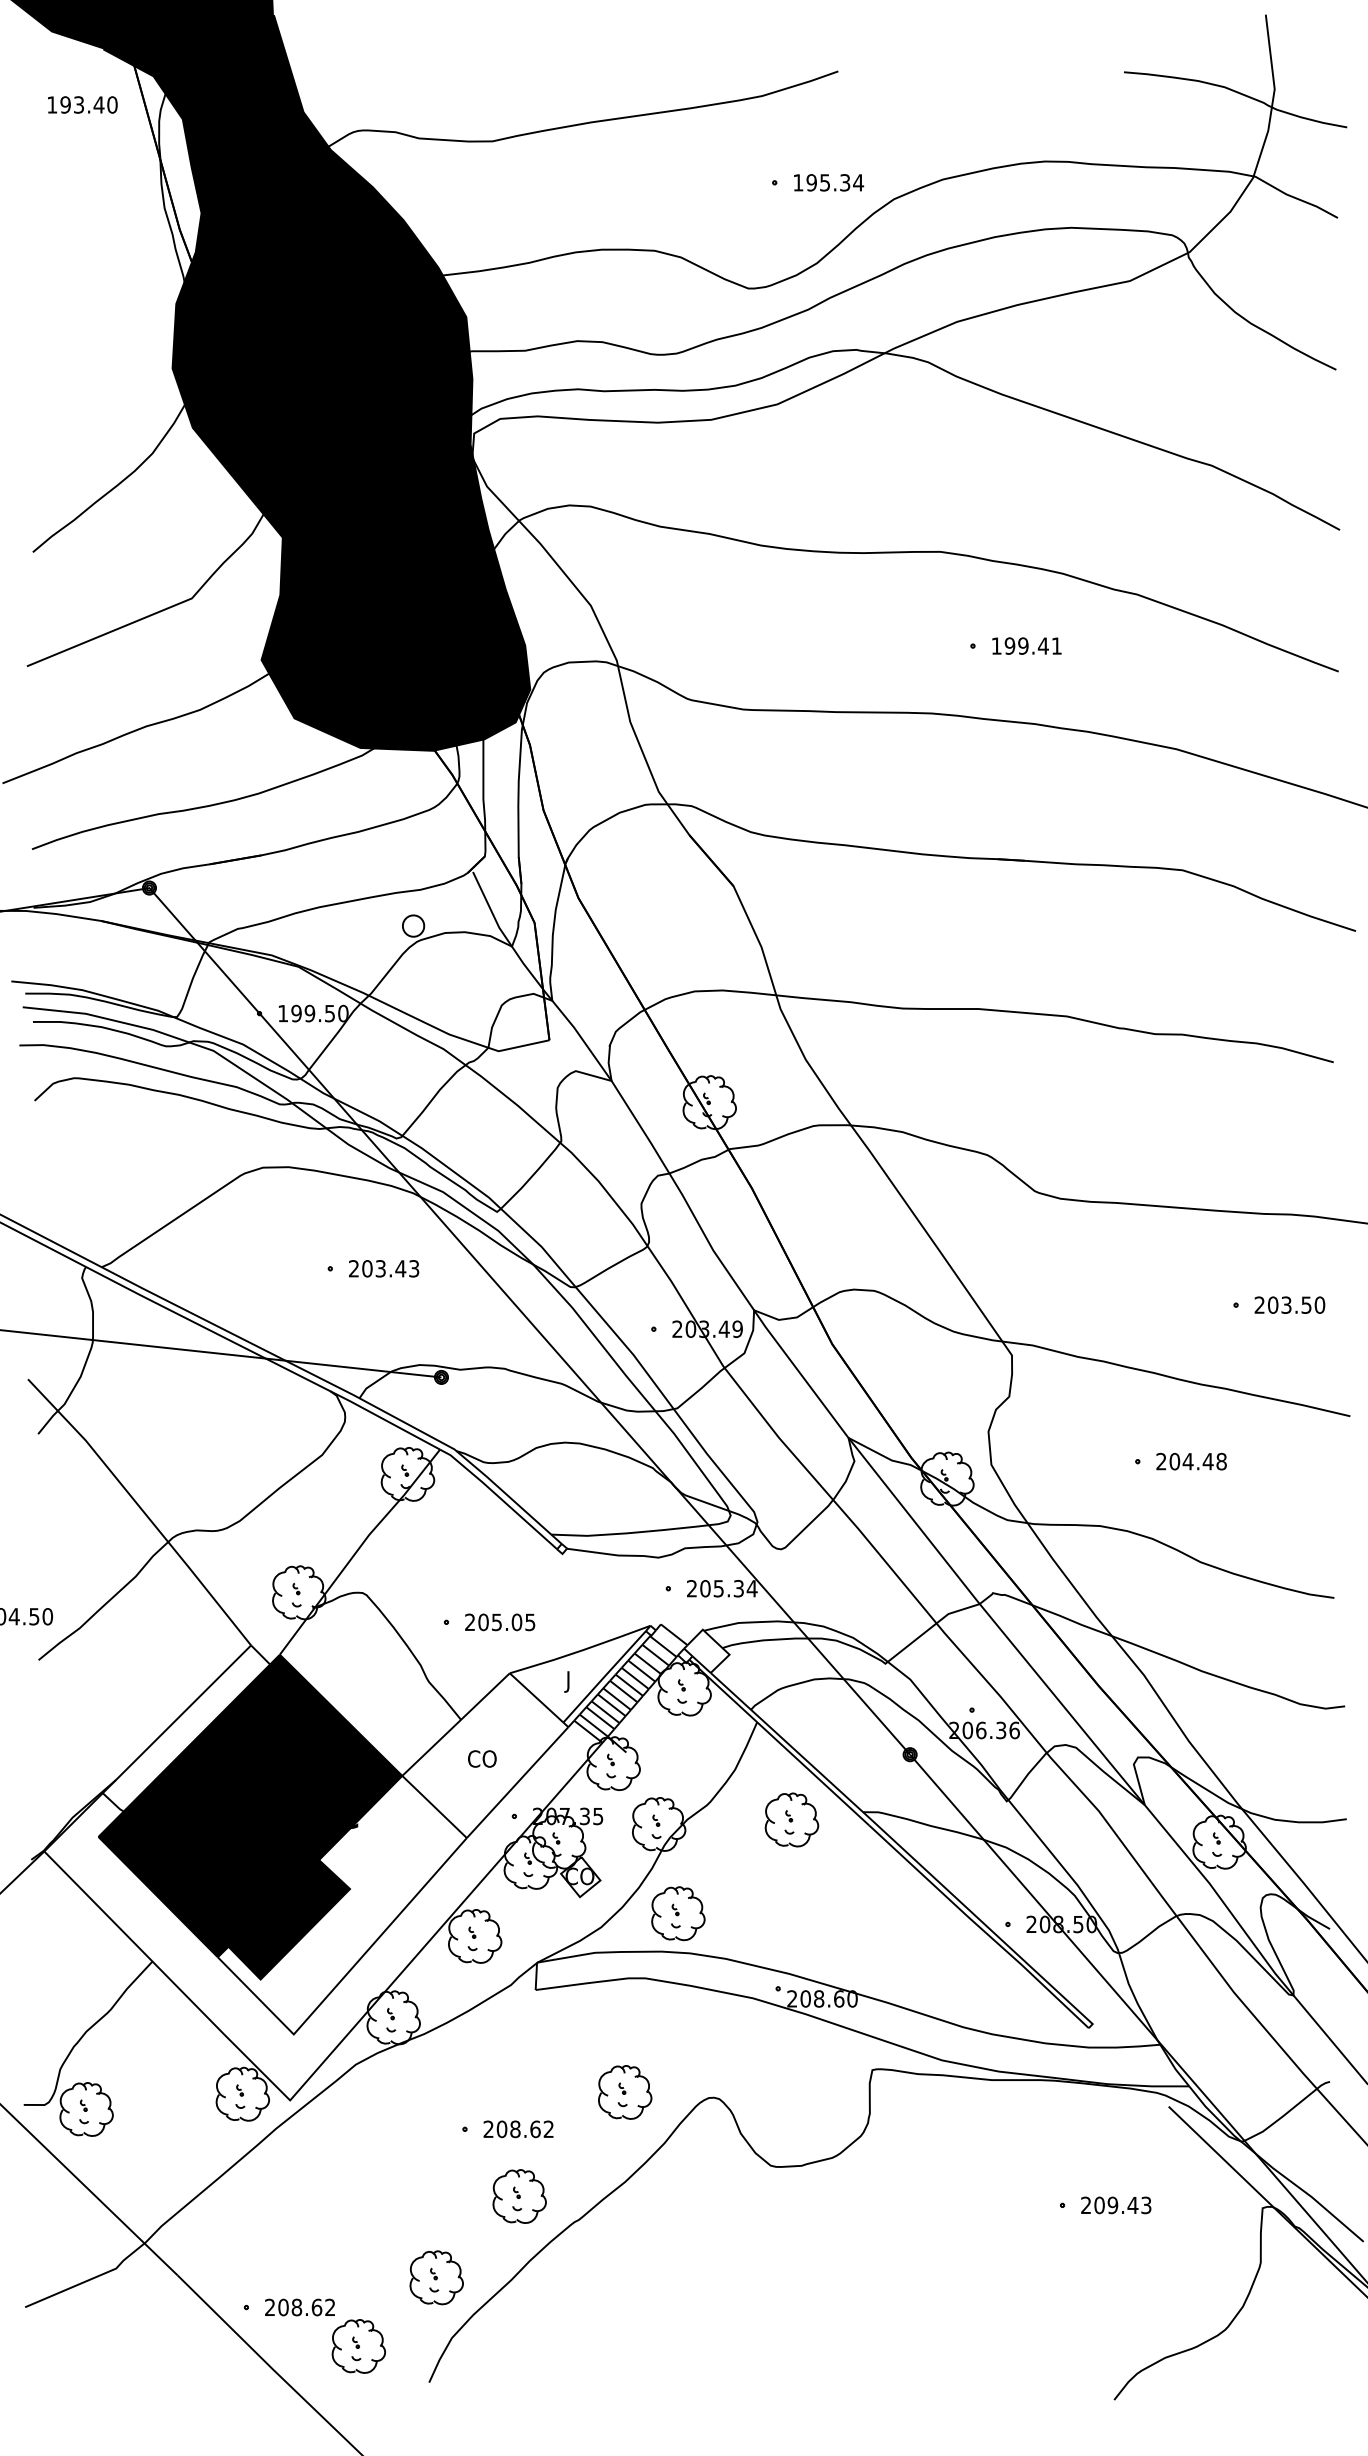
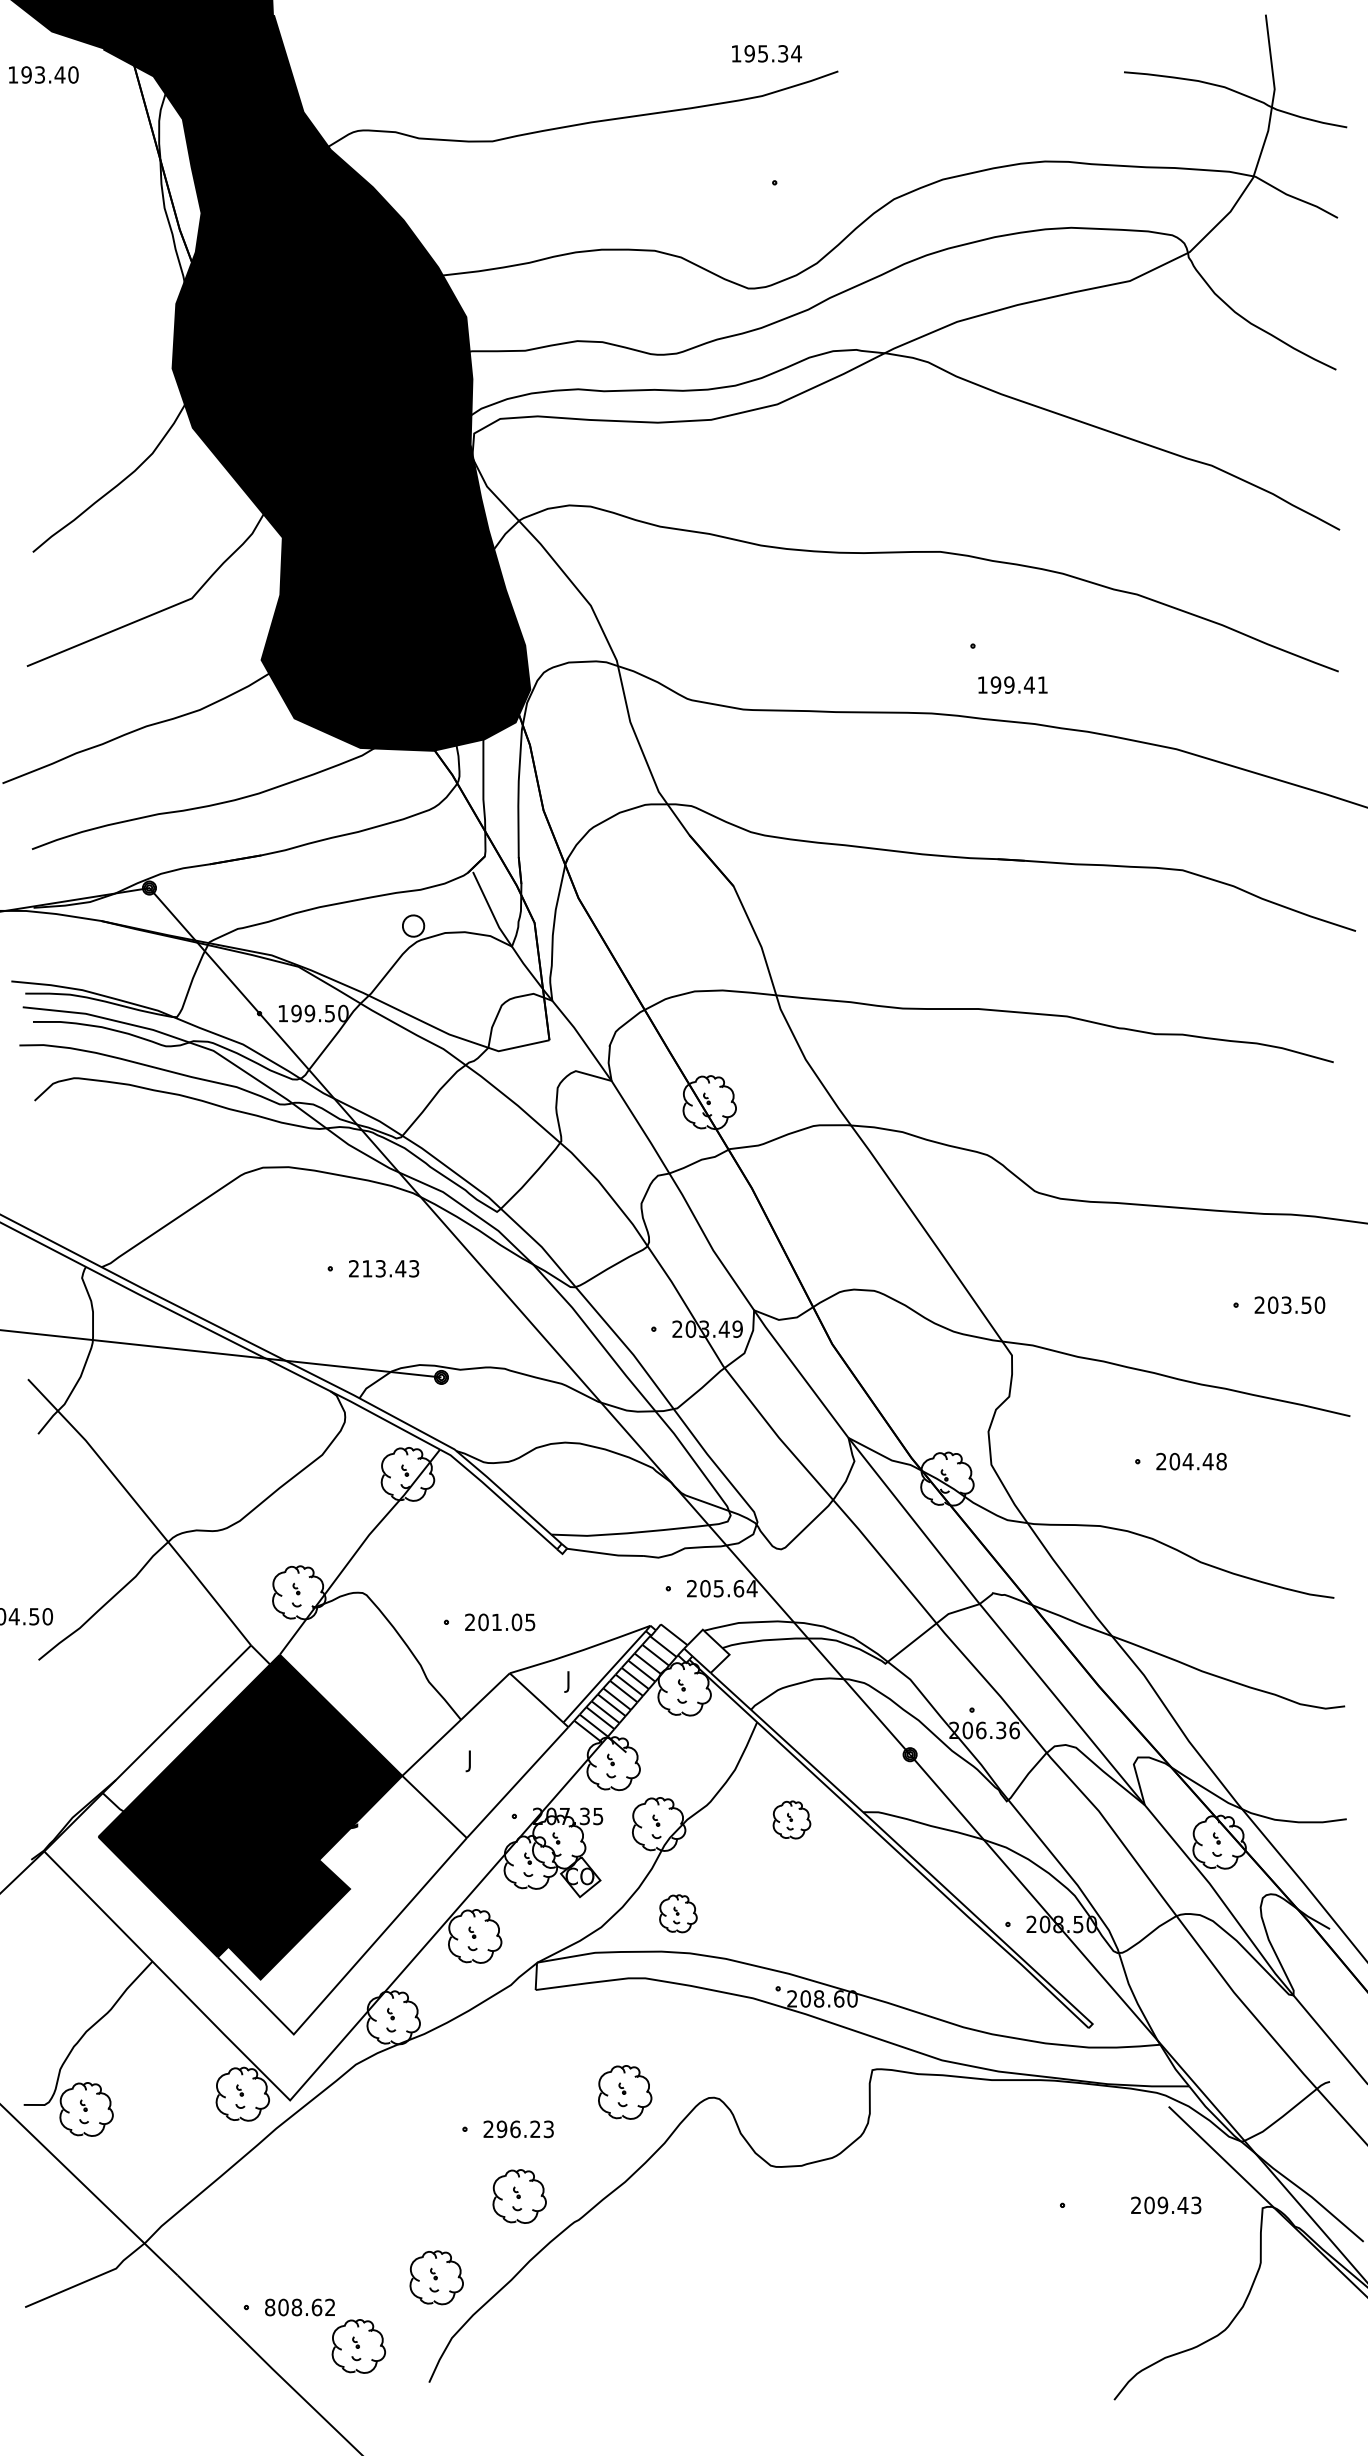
text at (82, 104) position: (82, 104) -> (43, 74)
text at (829, 182) position: (829, 182) -> (767, 53)
text at (1026, 645) position: (1026, 645) -> (1012, 684)
text at (367, 1268): 203.43 -> 213.43
text at (738, 1588): 205.34 -> 205.64
text at (496, 1622): 205.05 -> 201.05
text at (480, 1761): CO -> J
part at (791, 1819) size: 56x56 px -> 40x40 px
part at (678, 1913) size: 55x56 px -> 39x40 px
text at (524, 2129): 208.62 -> 296.23
text at (1116, 2205) position: (1116, 2205) -> (1166, 2205)
text at (270, 2307): 208.62 -> 808.62
